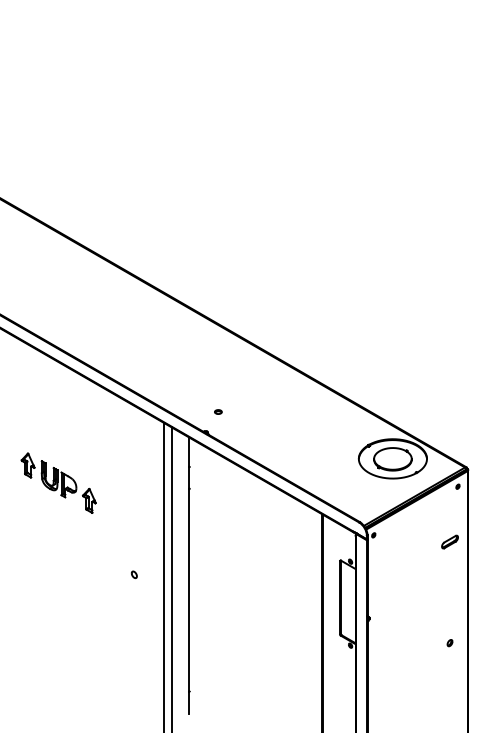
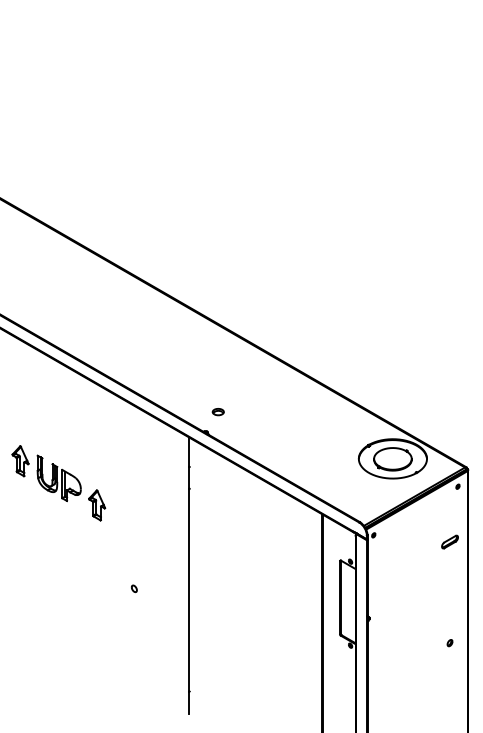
part at (218, 411) size: 9x6 px -> 14x9 px
part at (58, 482) size: 77x62 px -> 96x77 px
part at (134, 574) position: (134, 574) -> (134, 588)
line at (163, 575): present -> none
line at (171, 578): present -> none
